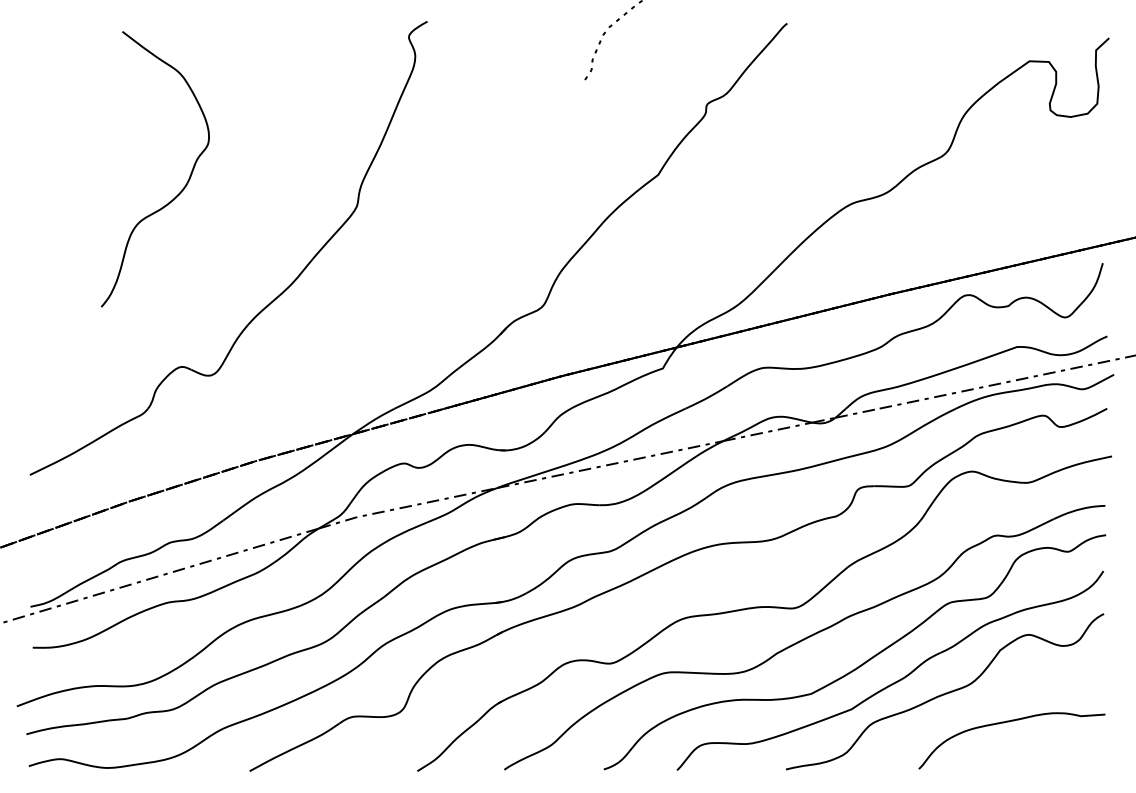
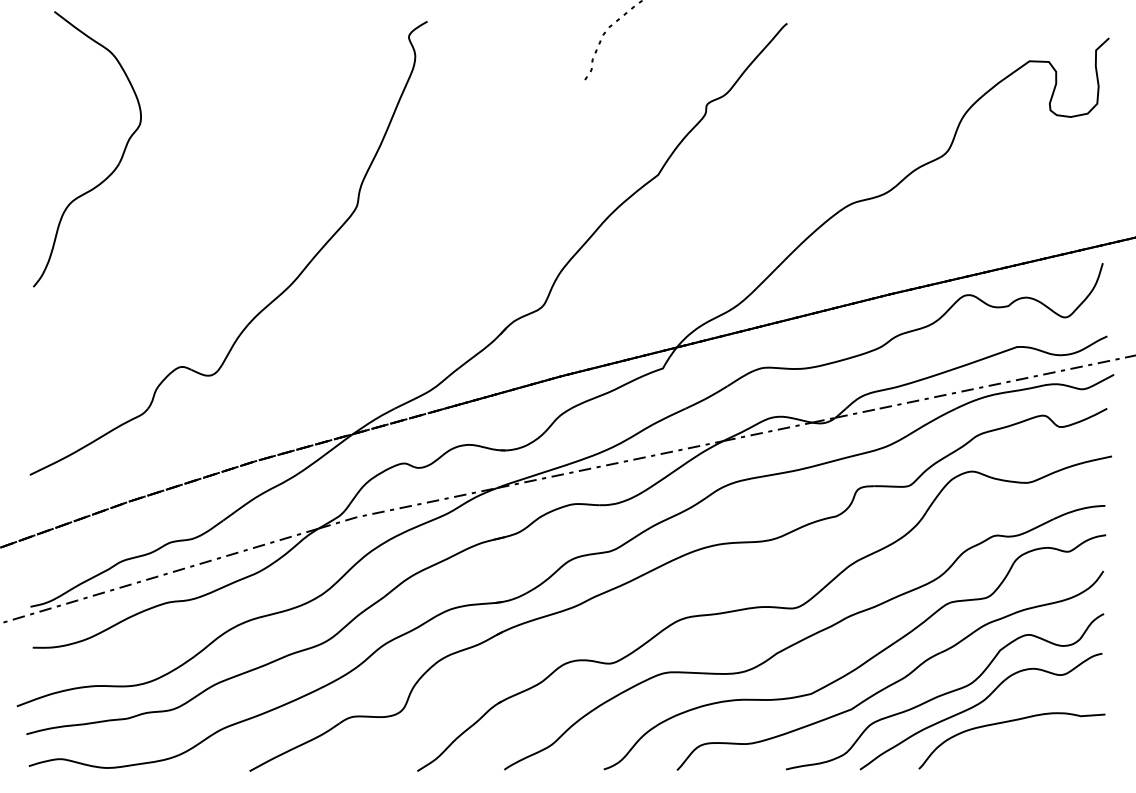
part at (182, 188) position: (182, 188) -> (114, 168)
curve at (978, 705): none -> present
